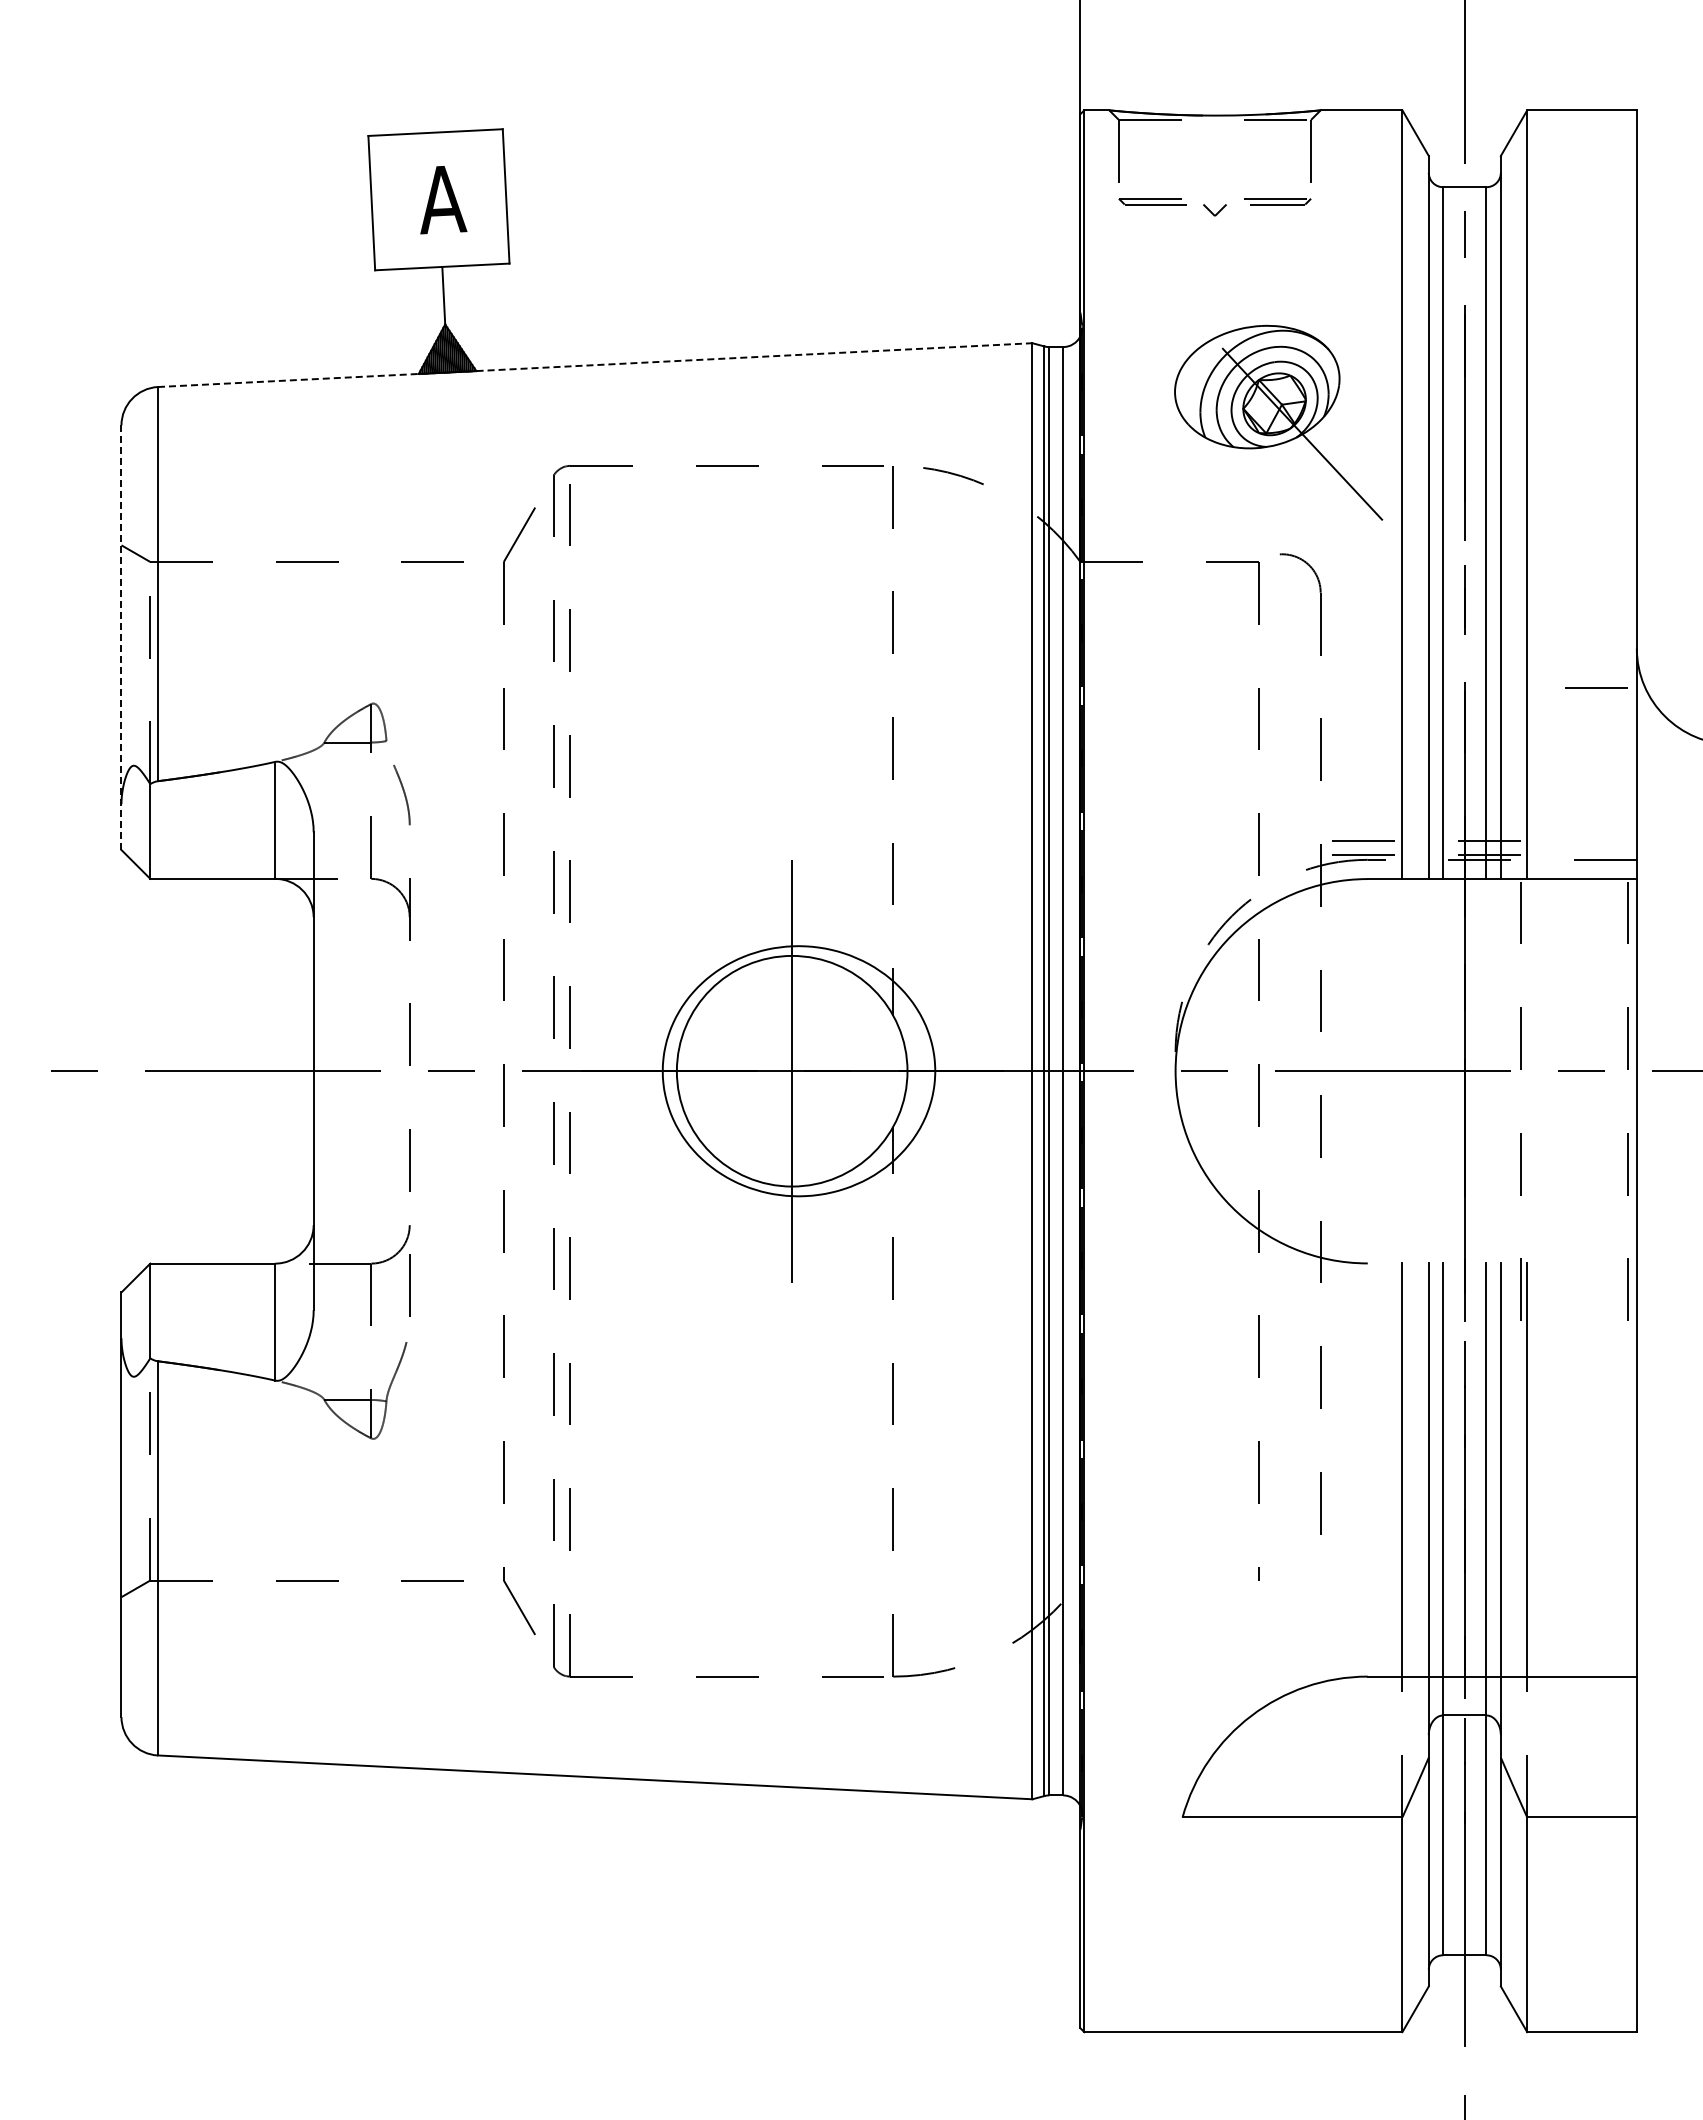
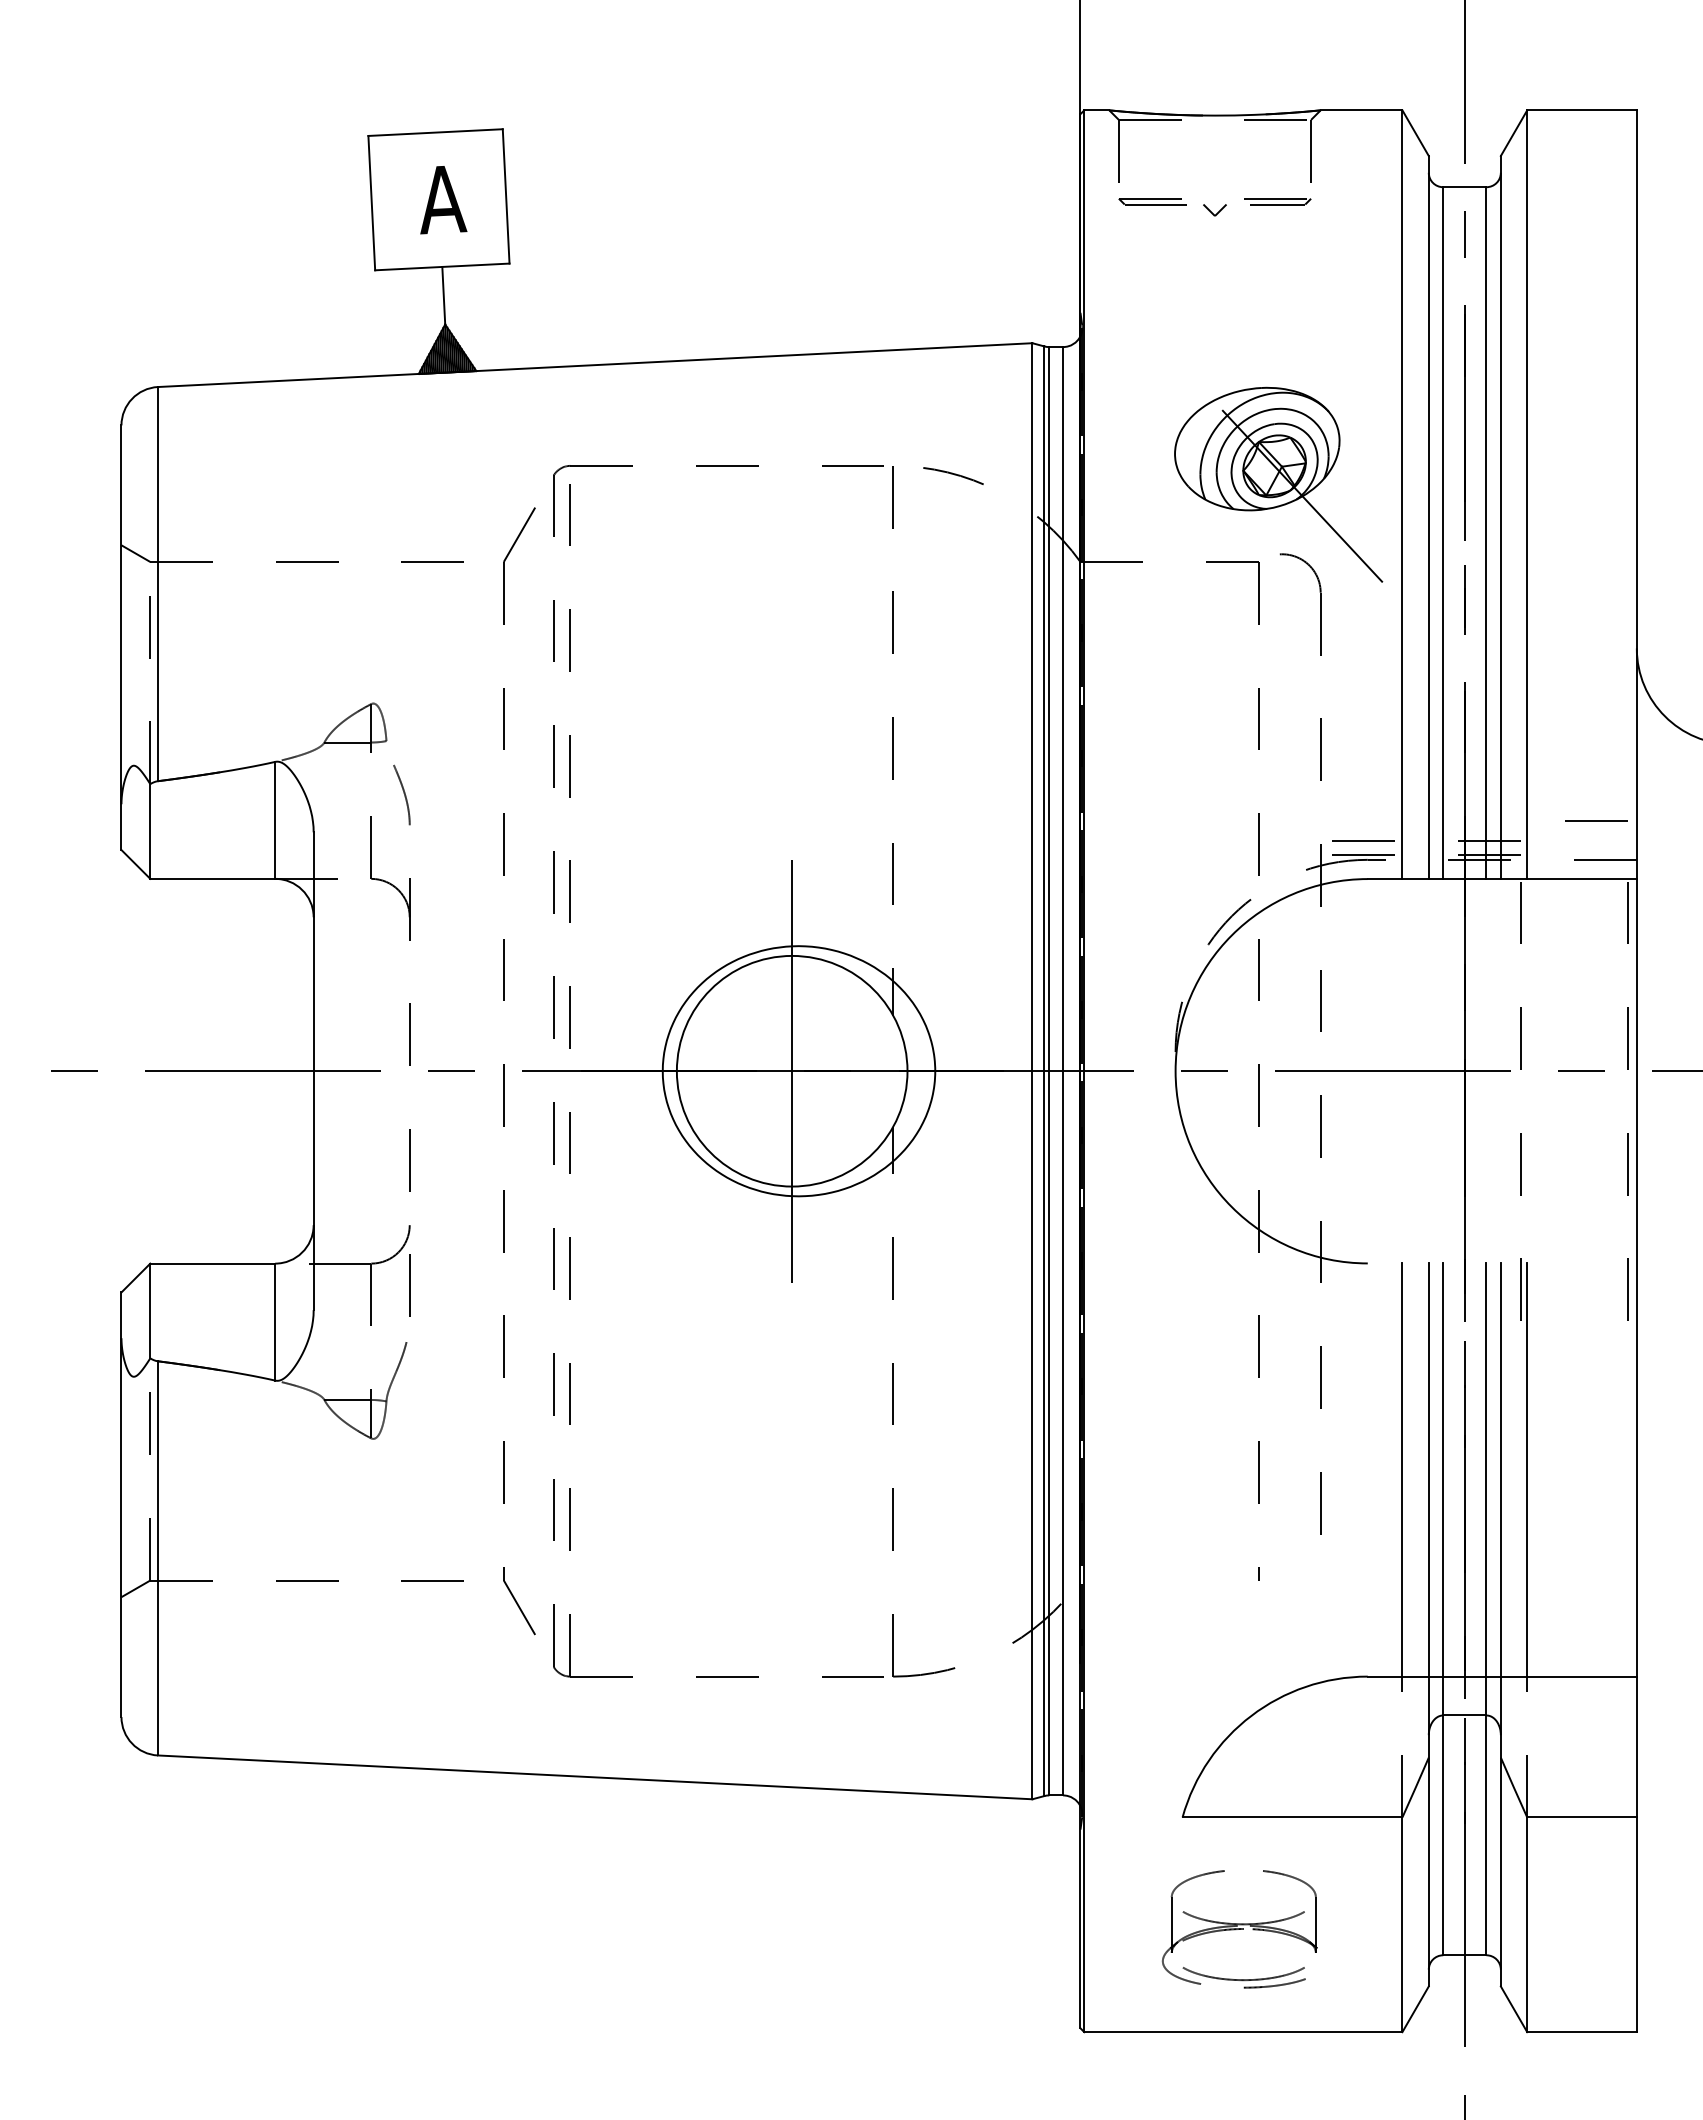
line at (595, 365): dashed -> solid
part at (1278, 422) position: (1278, 422) -> (1278, 484)
line at (121, 637): dashed -> solid
line at (1596, 687) position: (1596, 687) -> (1596, 820)
part at (1239, 1929): none -> present
